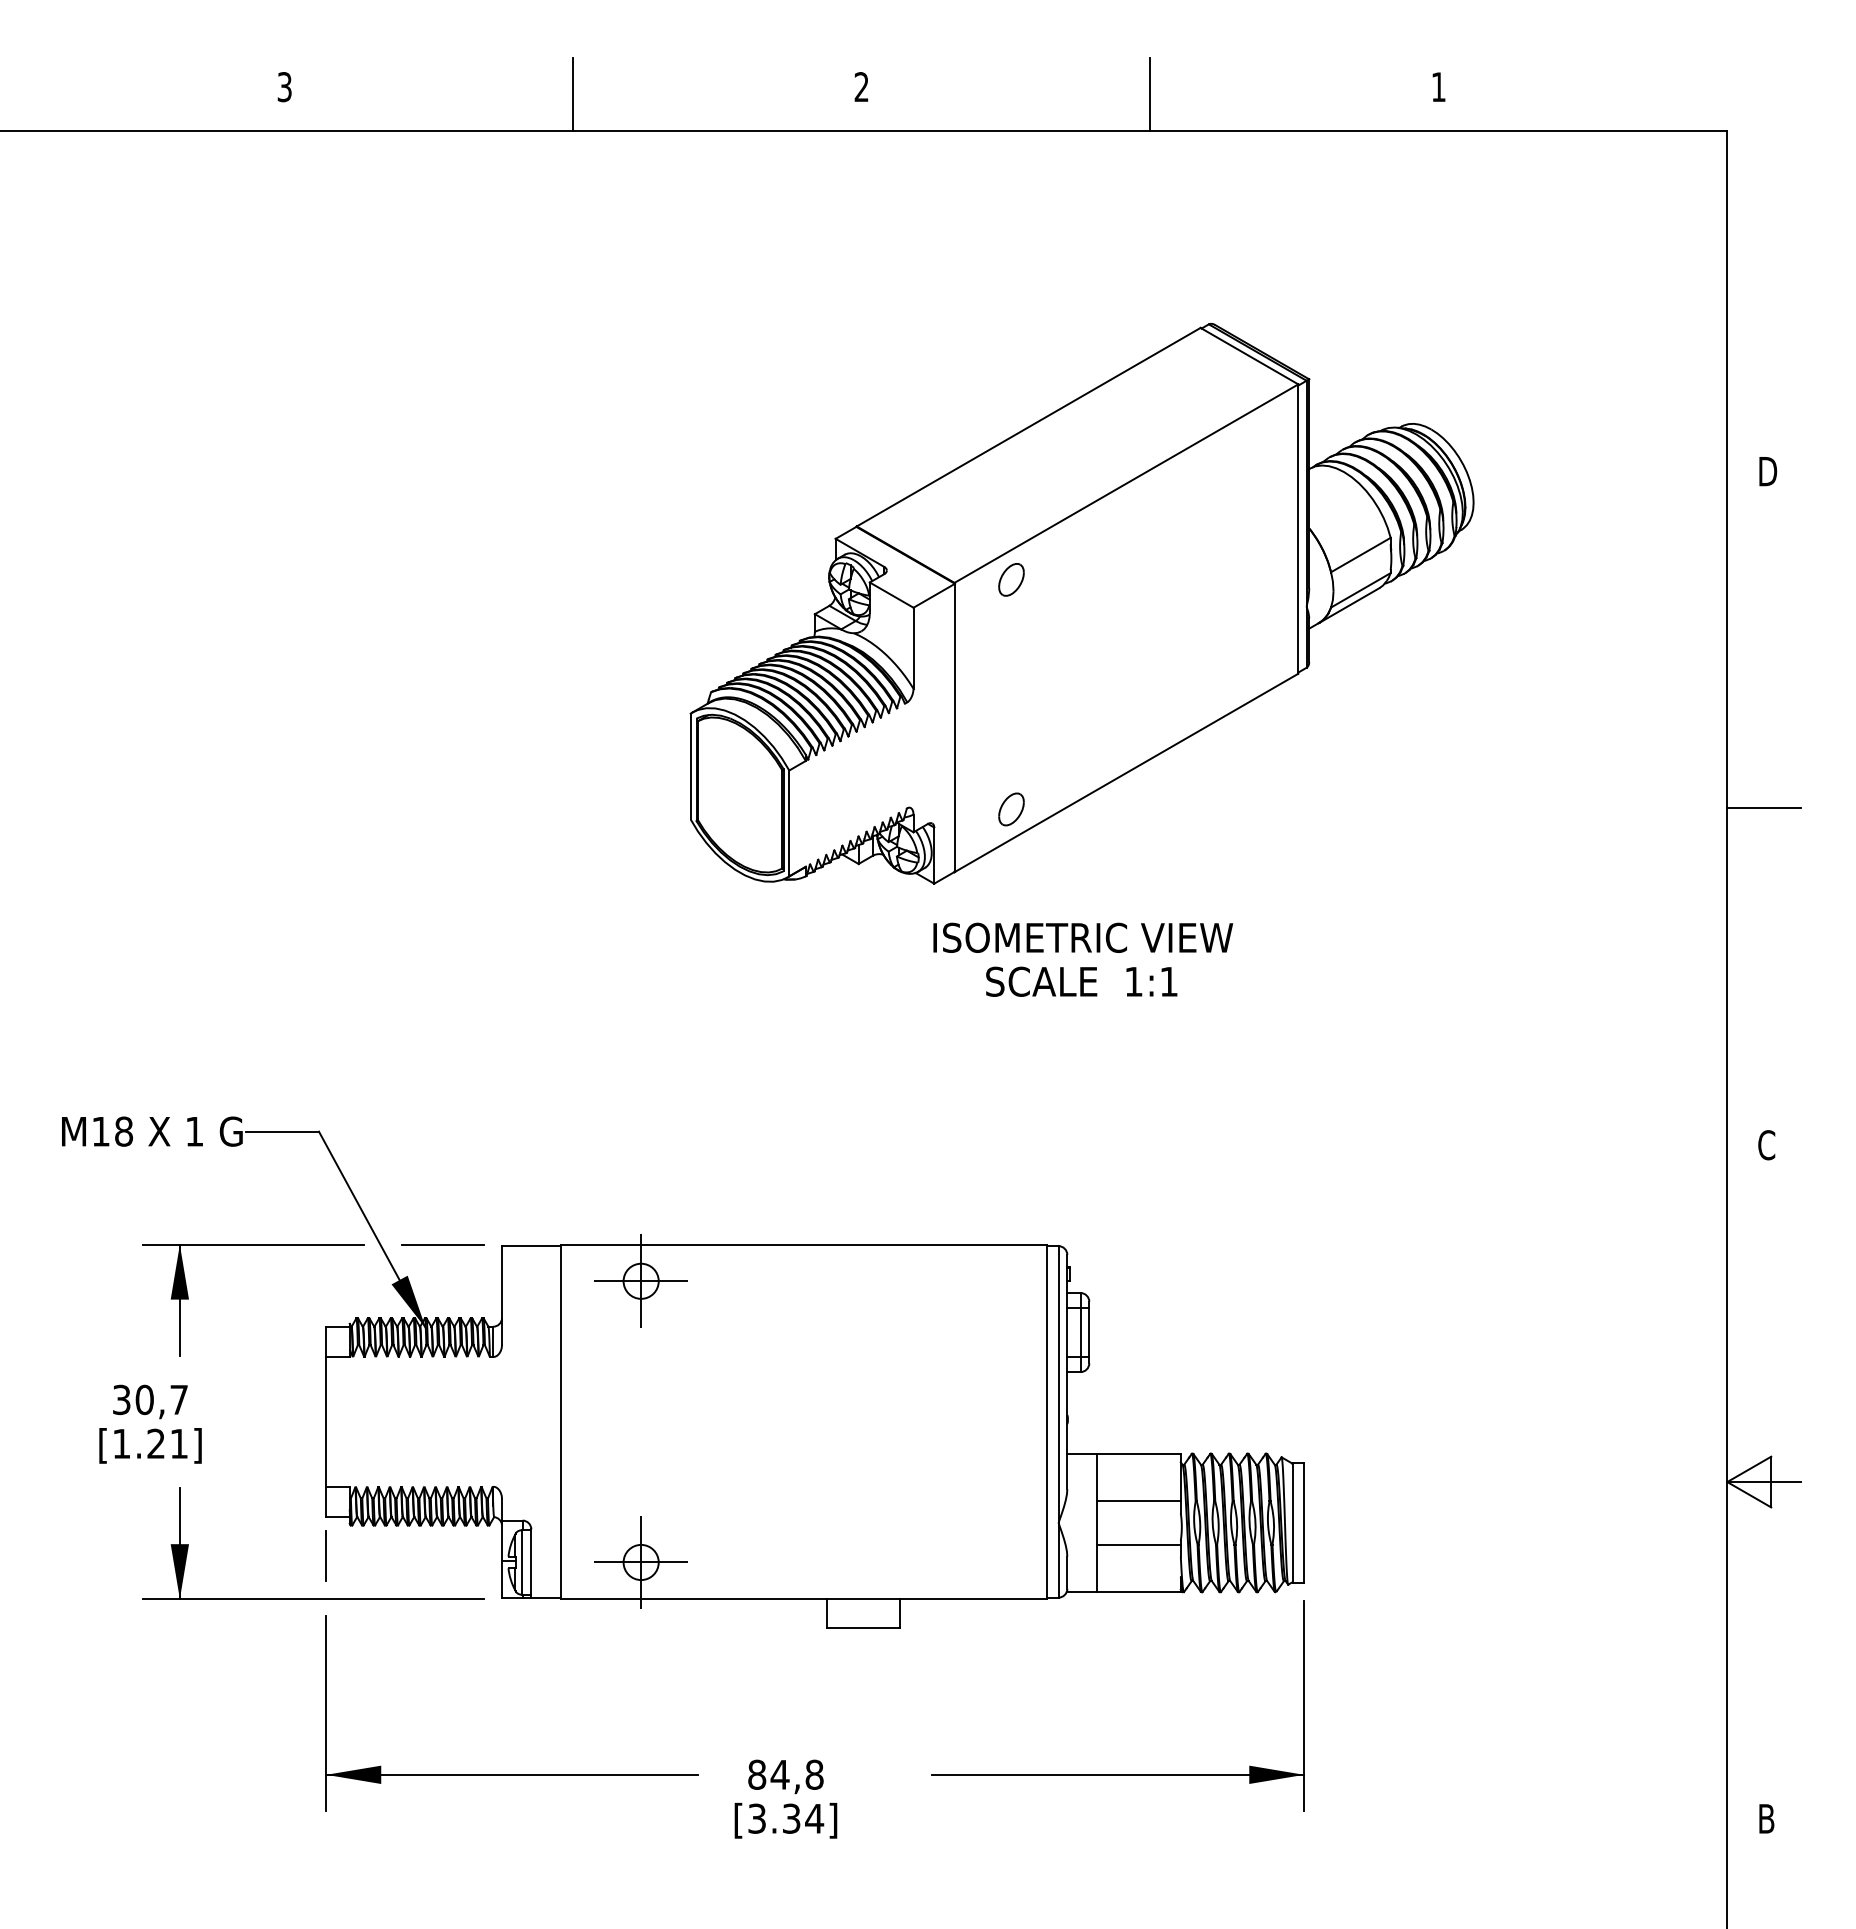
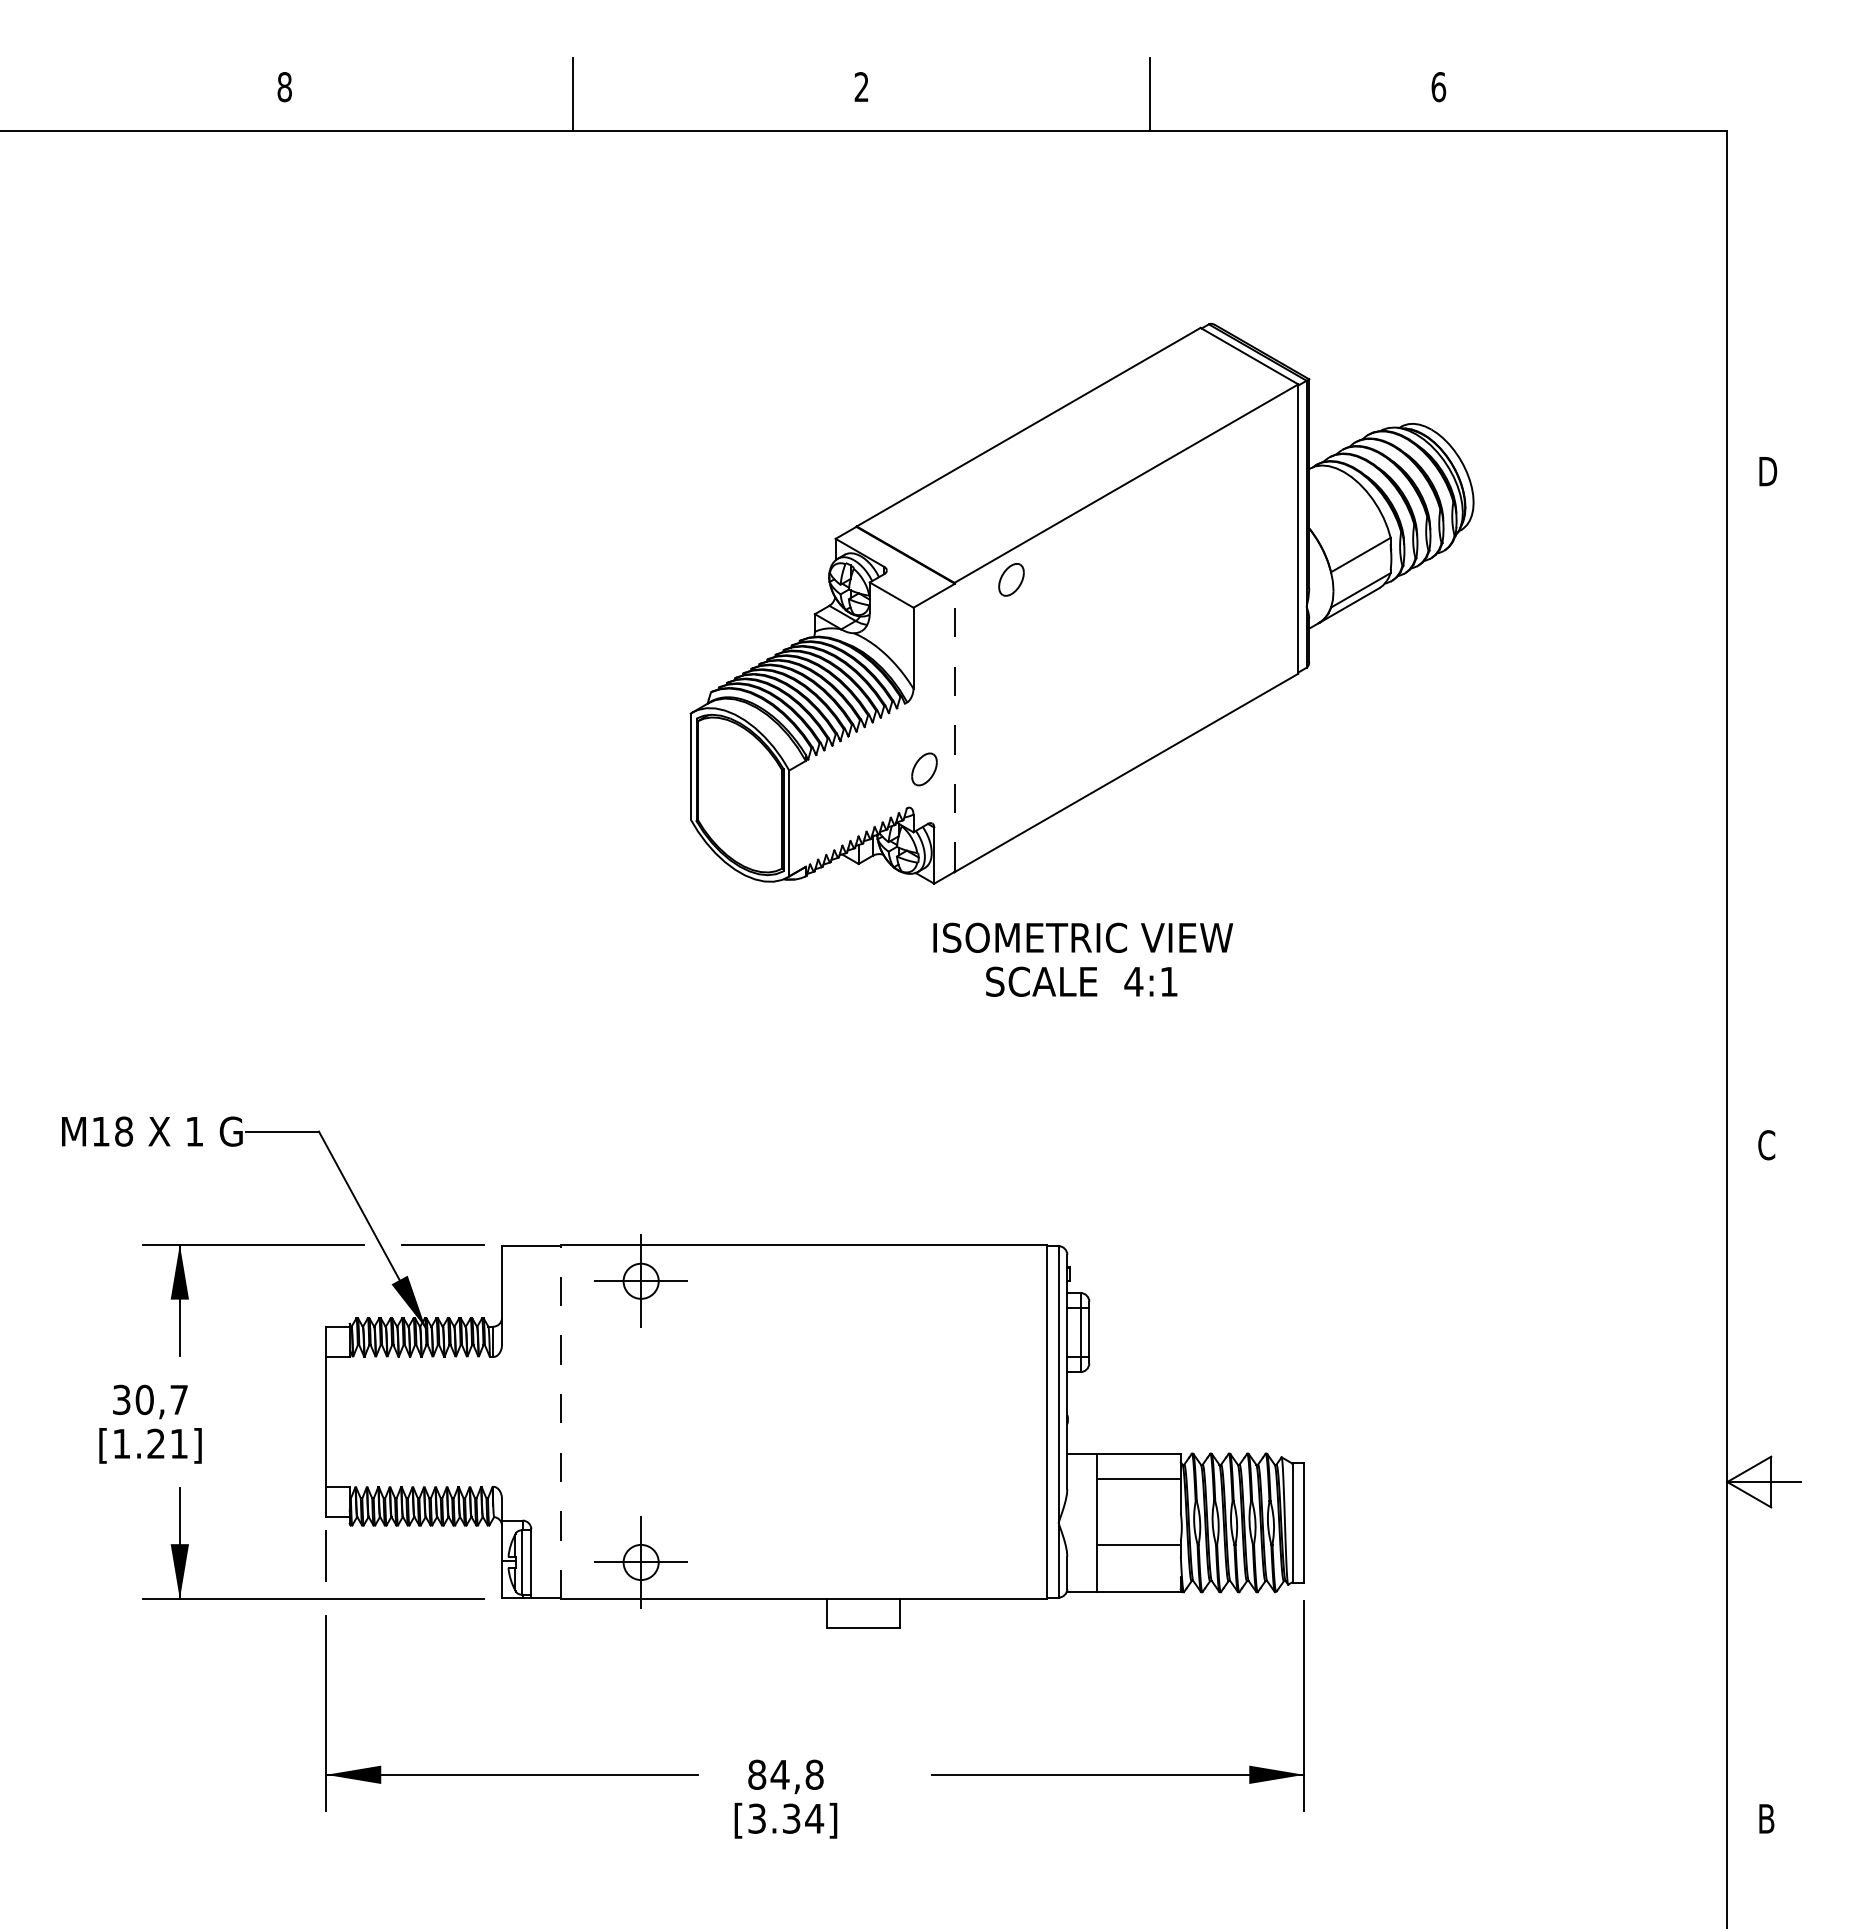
text at (284, 87): 3 -> 8
text at (1438, 87): 1 -> 6
line at (954, 727): solid -> dashed
line at (1763, 808): present -> none
part at (1011, 809) position: (1011, 809) -> (924, 769)
text at (1133, 981): 1:1 -> 4:1
line at (560, 1421): solid -> dashed
line at (1138, 1501) position: (1138, 1501) -> (1138, 1479)
